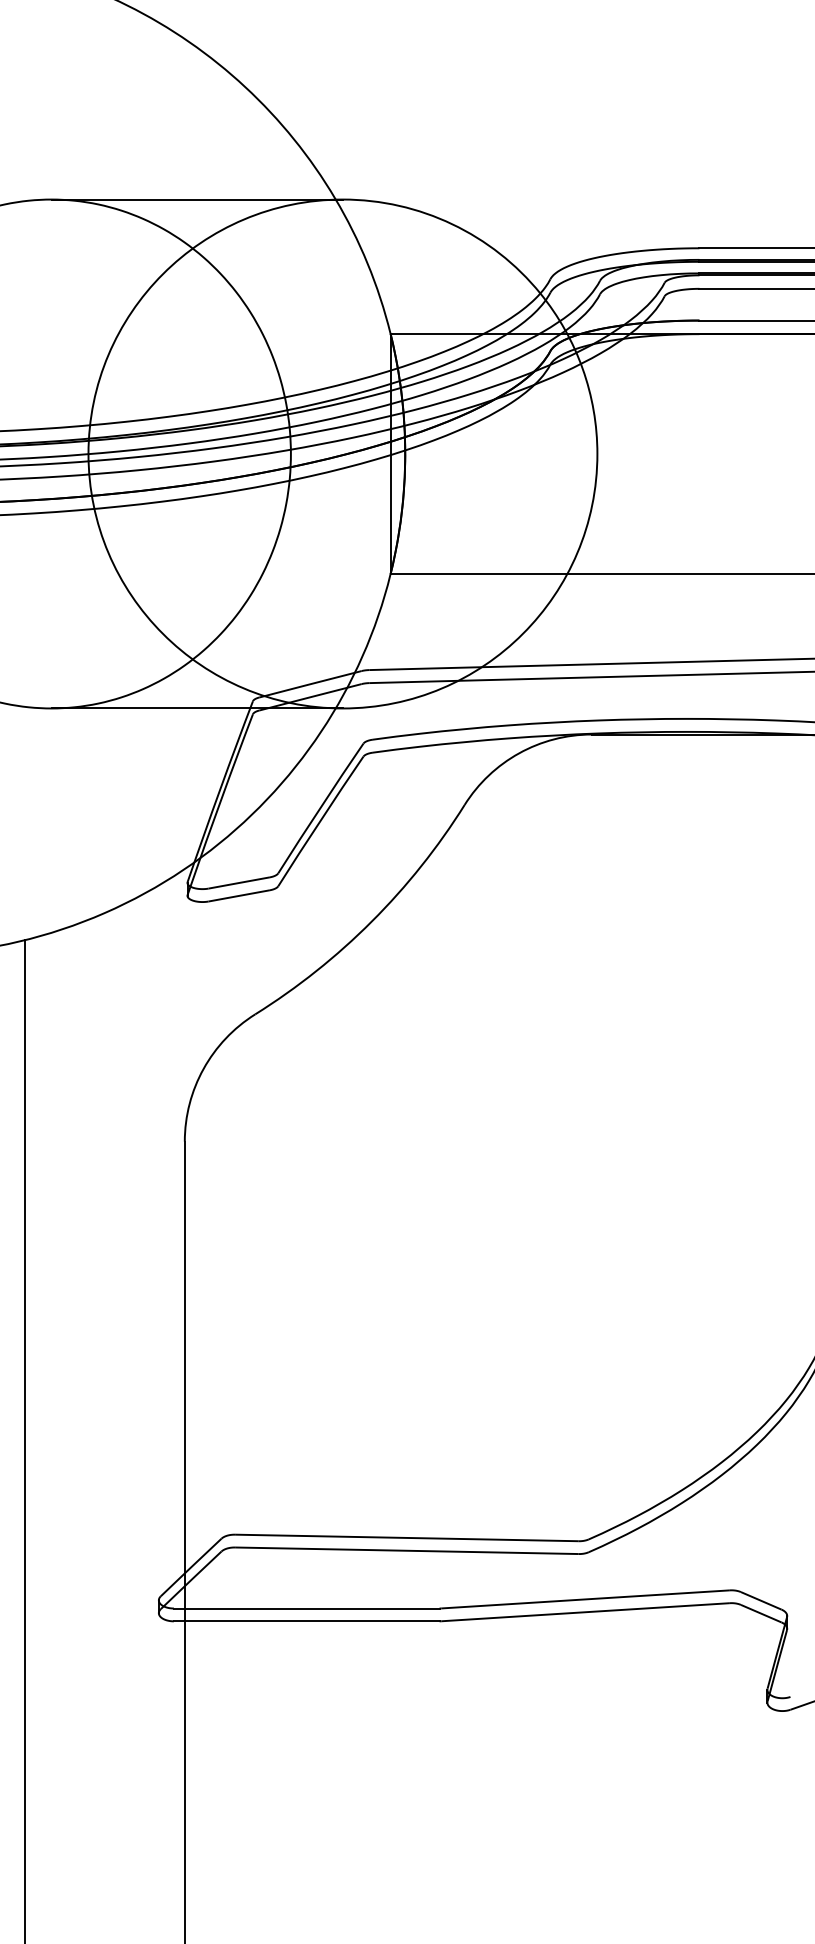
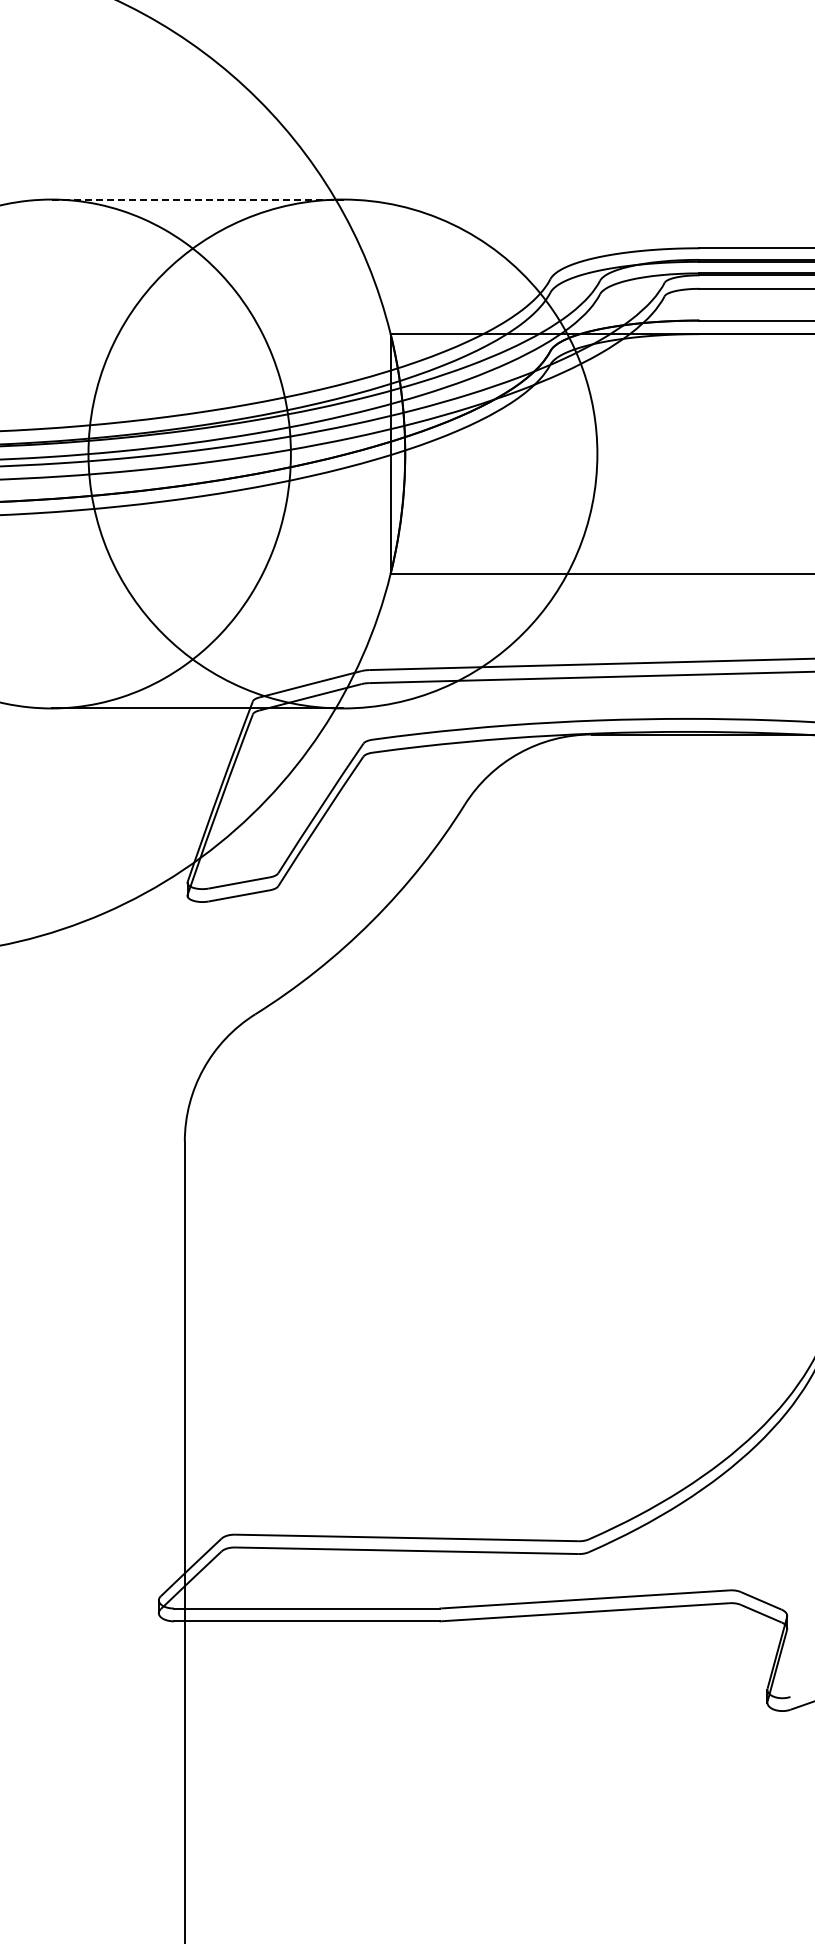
line at (194, 199): solid -> dashed
line at (24, 1440): present -> none
